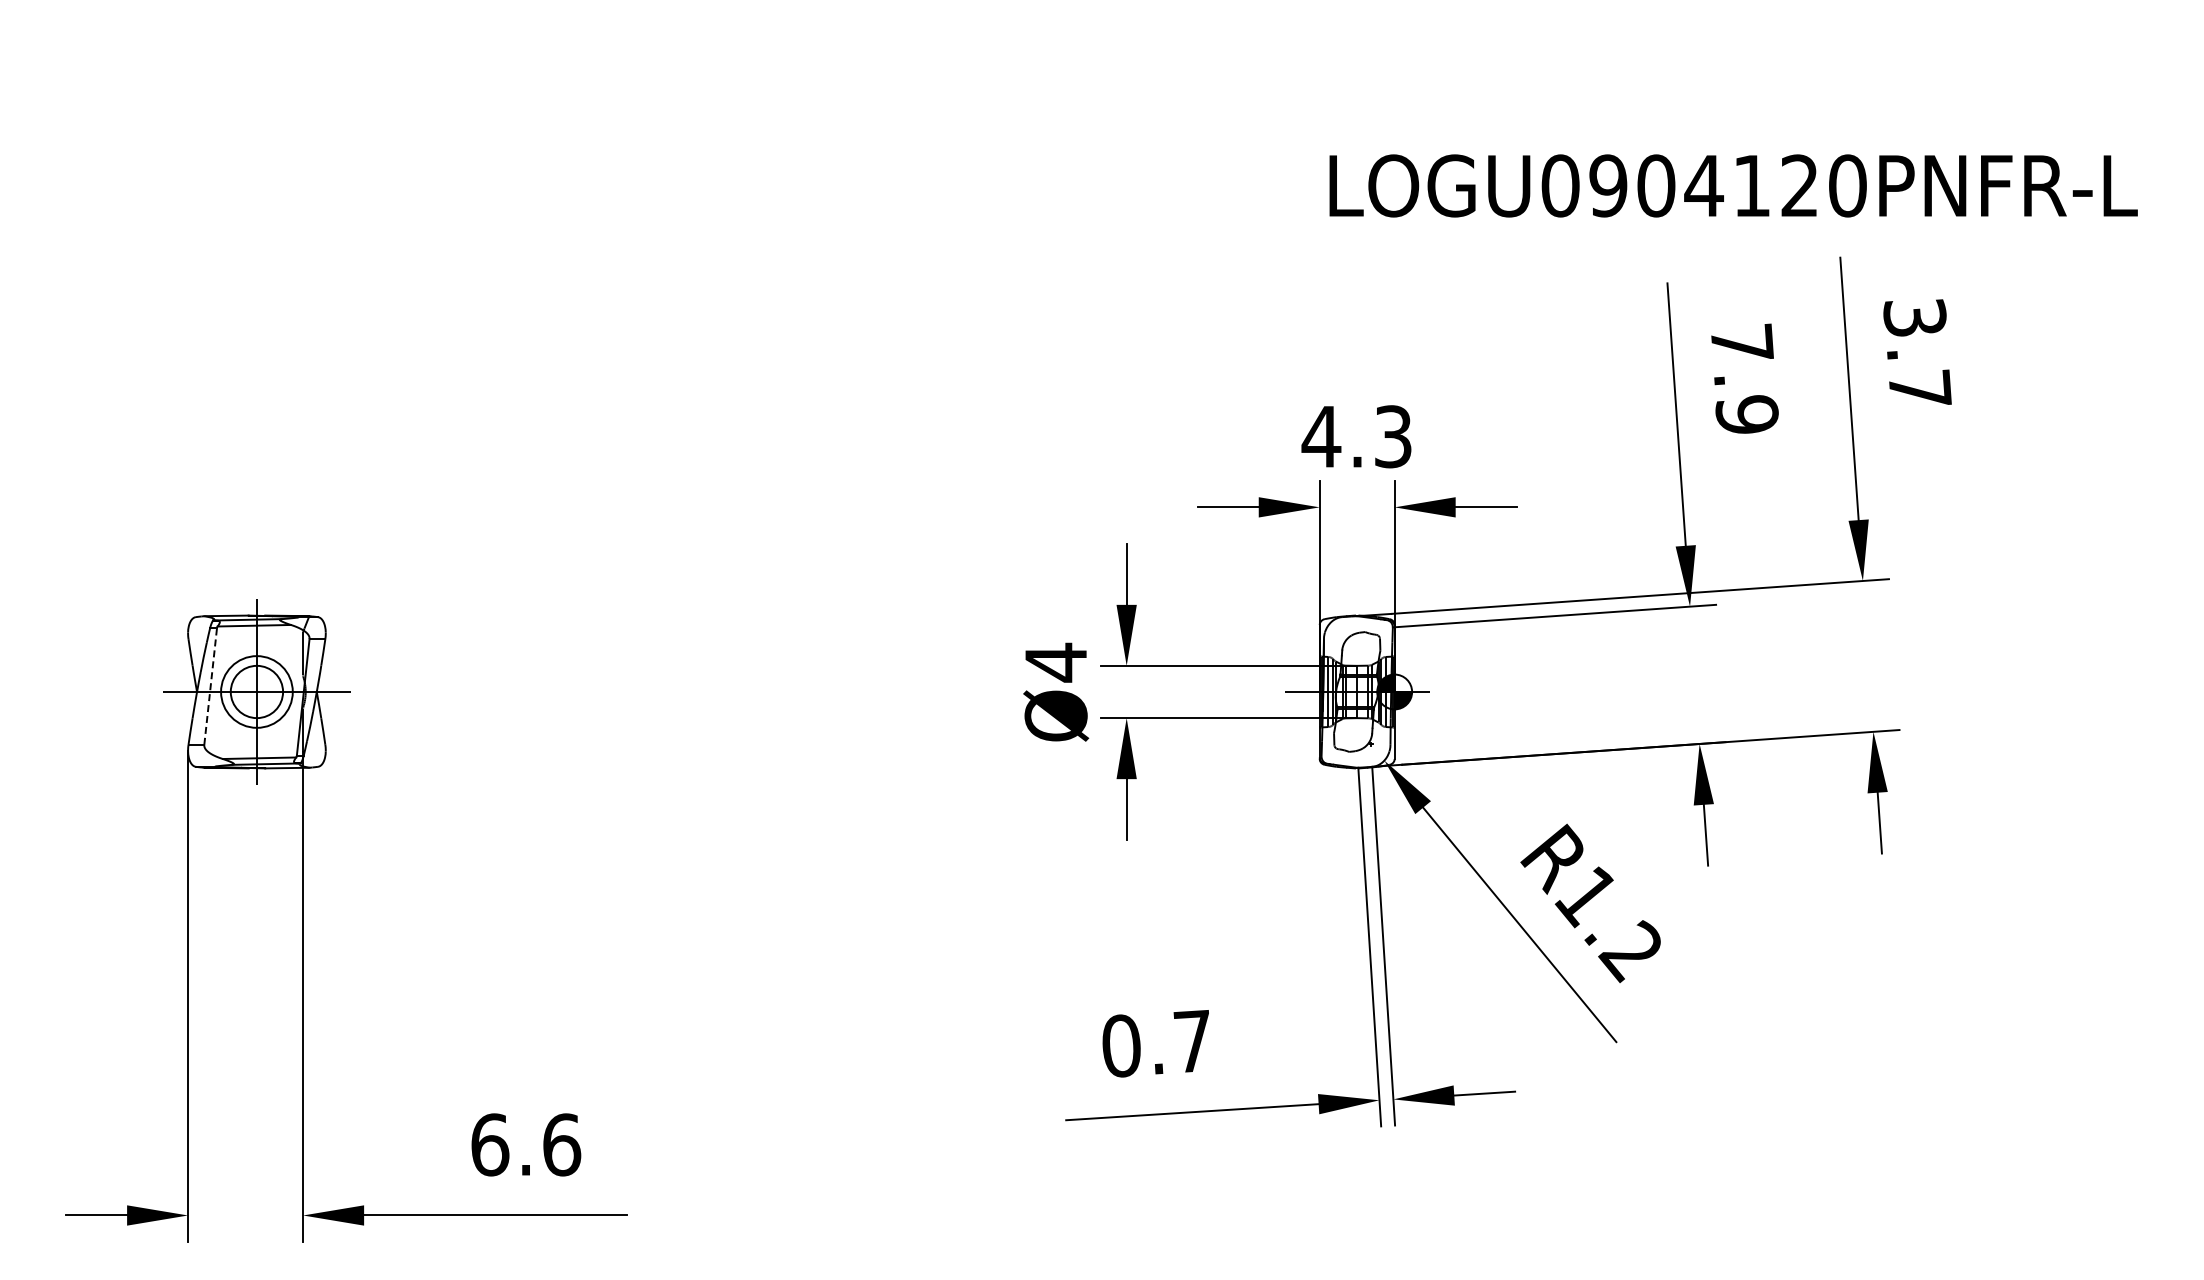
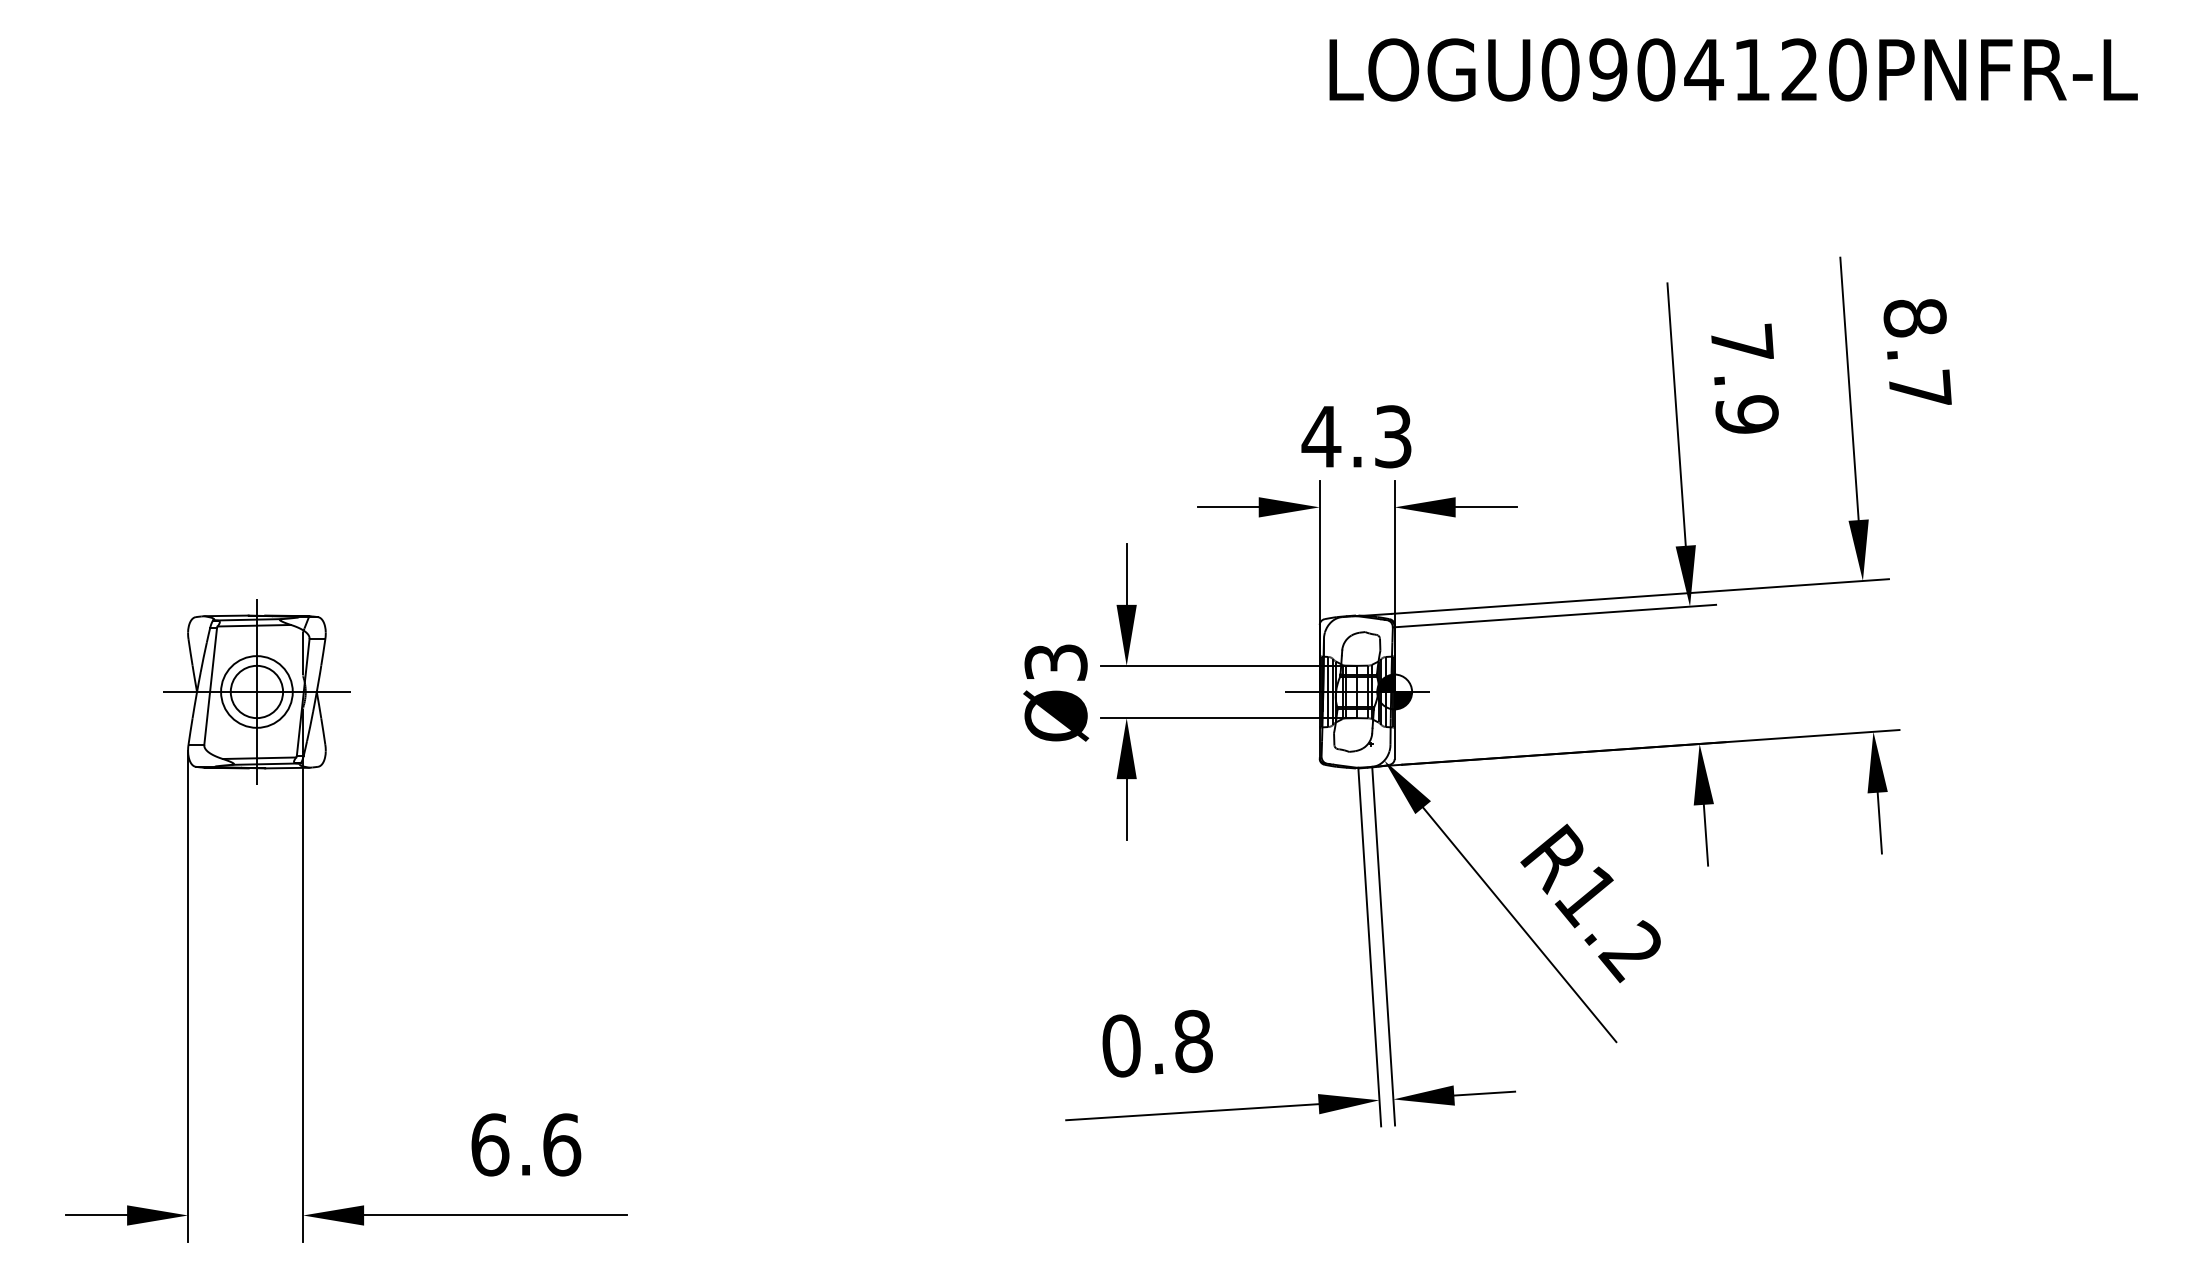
text at (1733, 185) position: (1733, 185) -> (1733, 69)
text at (1914, 318): 3.7 -> 8.7
text at (1055, 662): Ø4 -> Ø3
line at (210, 686): dashed -> solid
text at (1192, 1041): 0.7 -> 0.8
